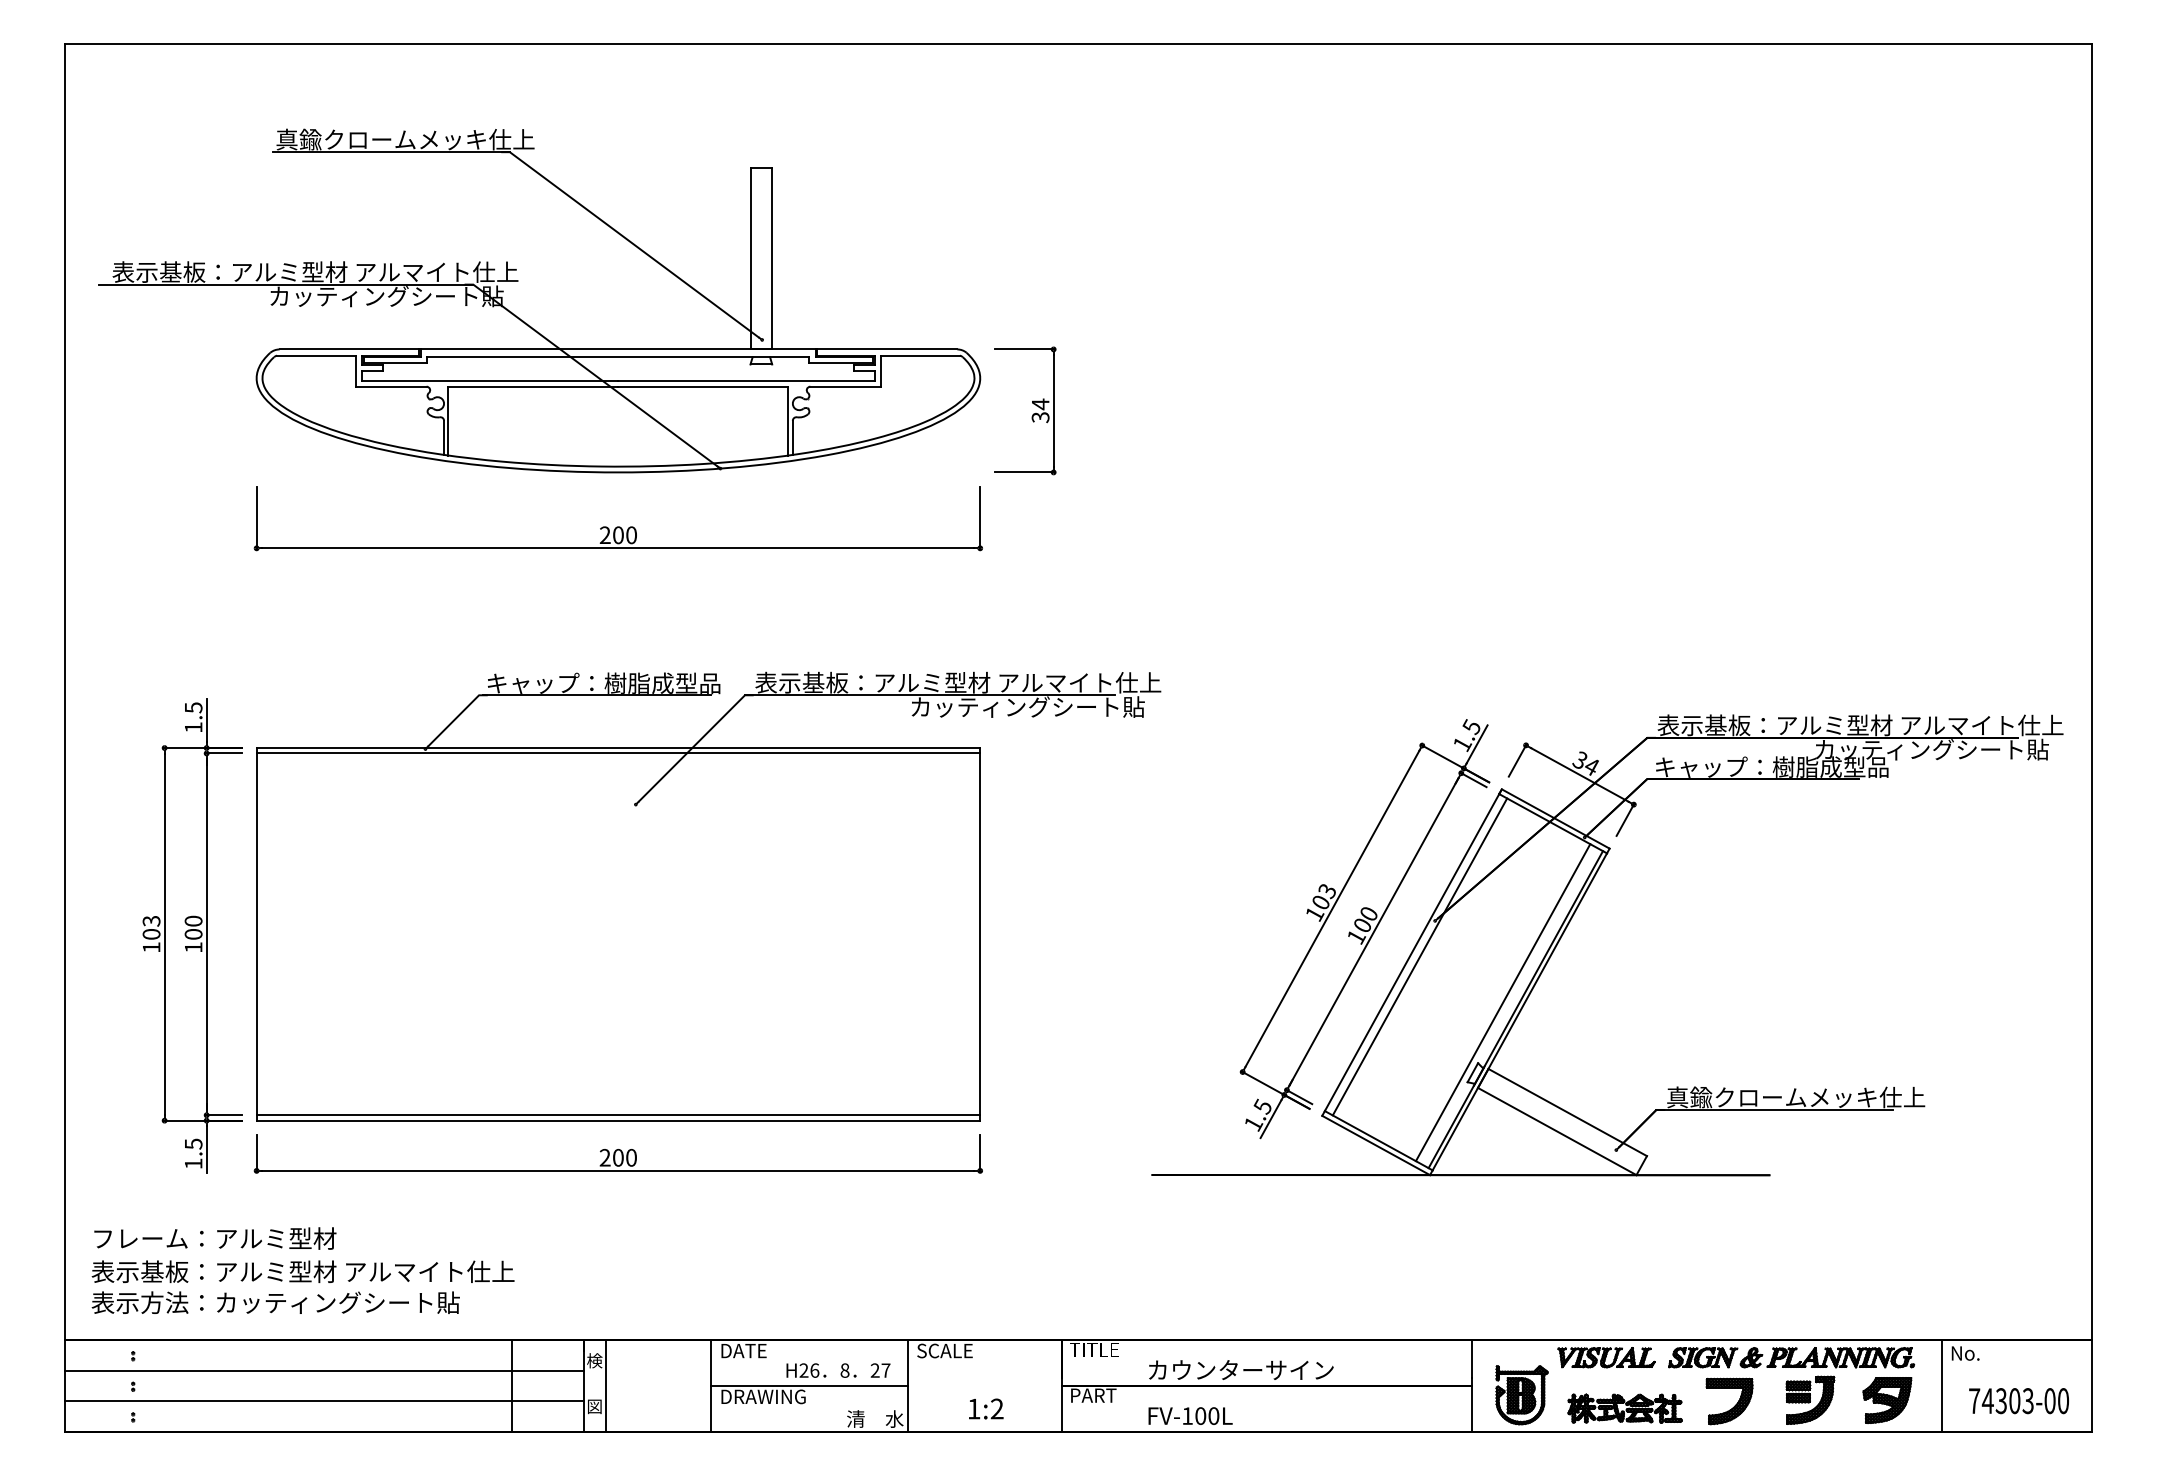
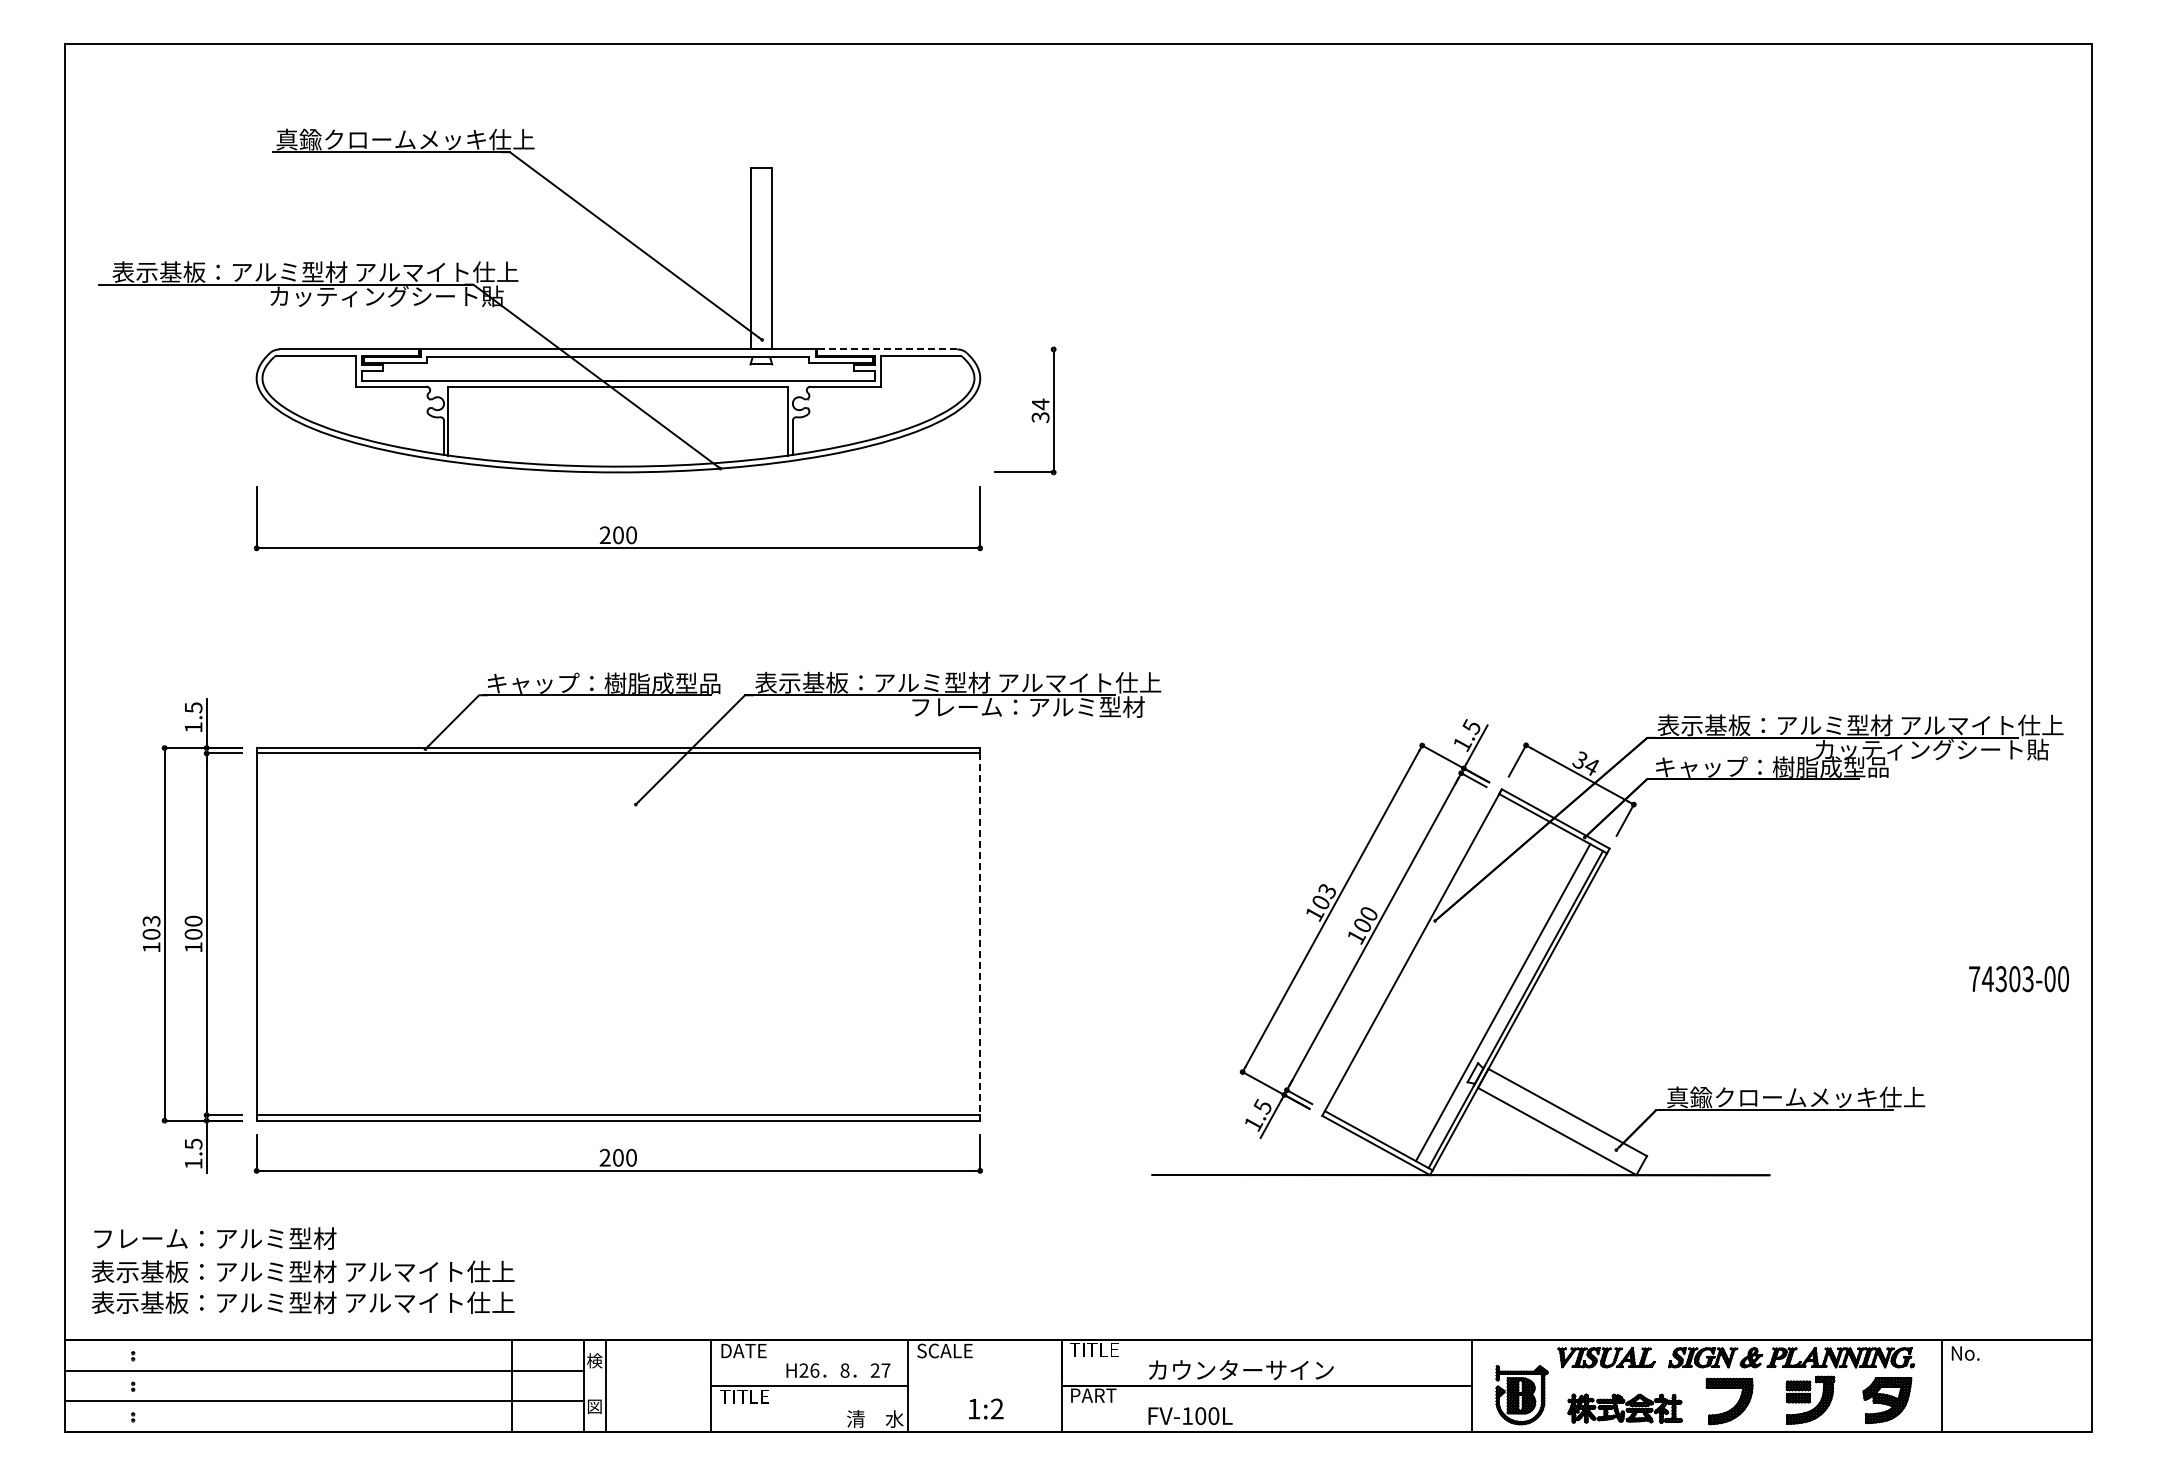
line at (887, 349): solid -> dashed
line at (1023, 349): present -> none
text at (1027, 706): カッティングシート貼 -> フレーム：アルミ型材
line at (980, 934): solid -> dashed
line at (1419, 956): present -> none
text at (327, 1302): 表示方法：カッティングシート貼 -> 表示基板：アルミ型材 アルマイト仕上
text at (762, 1396): DRAWING -> TITLE
text at (2018, 1401) position: (2018, 1401) -> (2018, 979)
